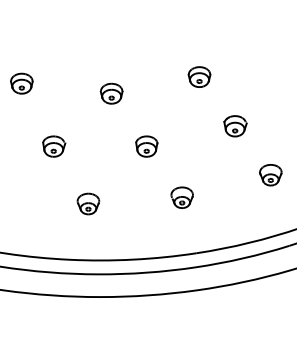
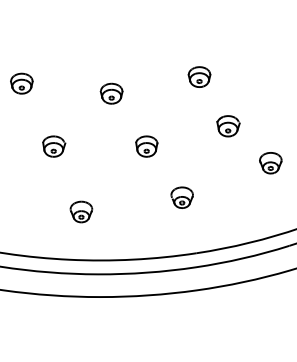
part at (235, 126) position: (235, 126) -> (228, 126)
part at (270, 175) position: (270, 175) -> (270, 163)
part at (88, 203) position: (88, 203) -> (81, 211)
